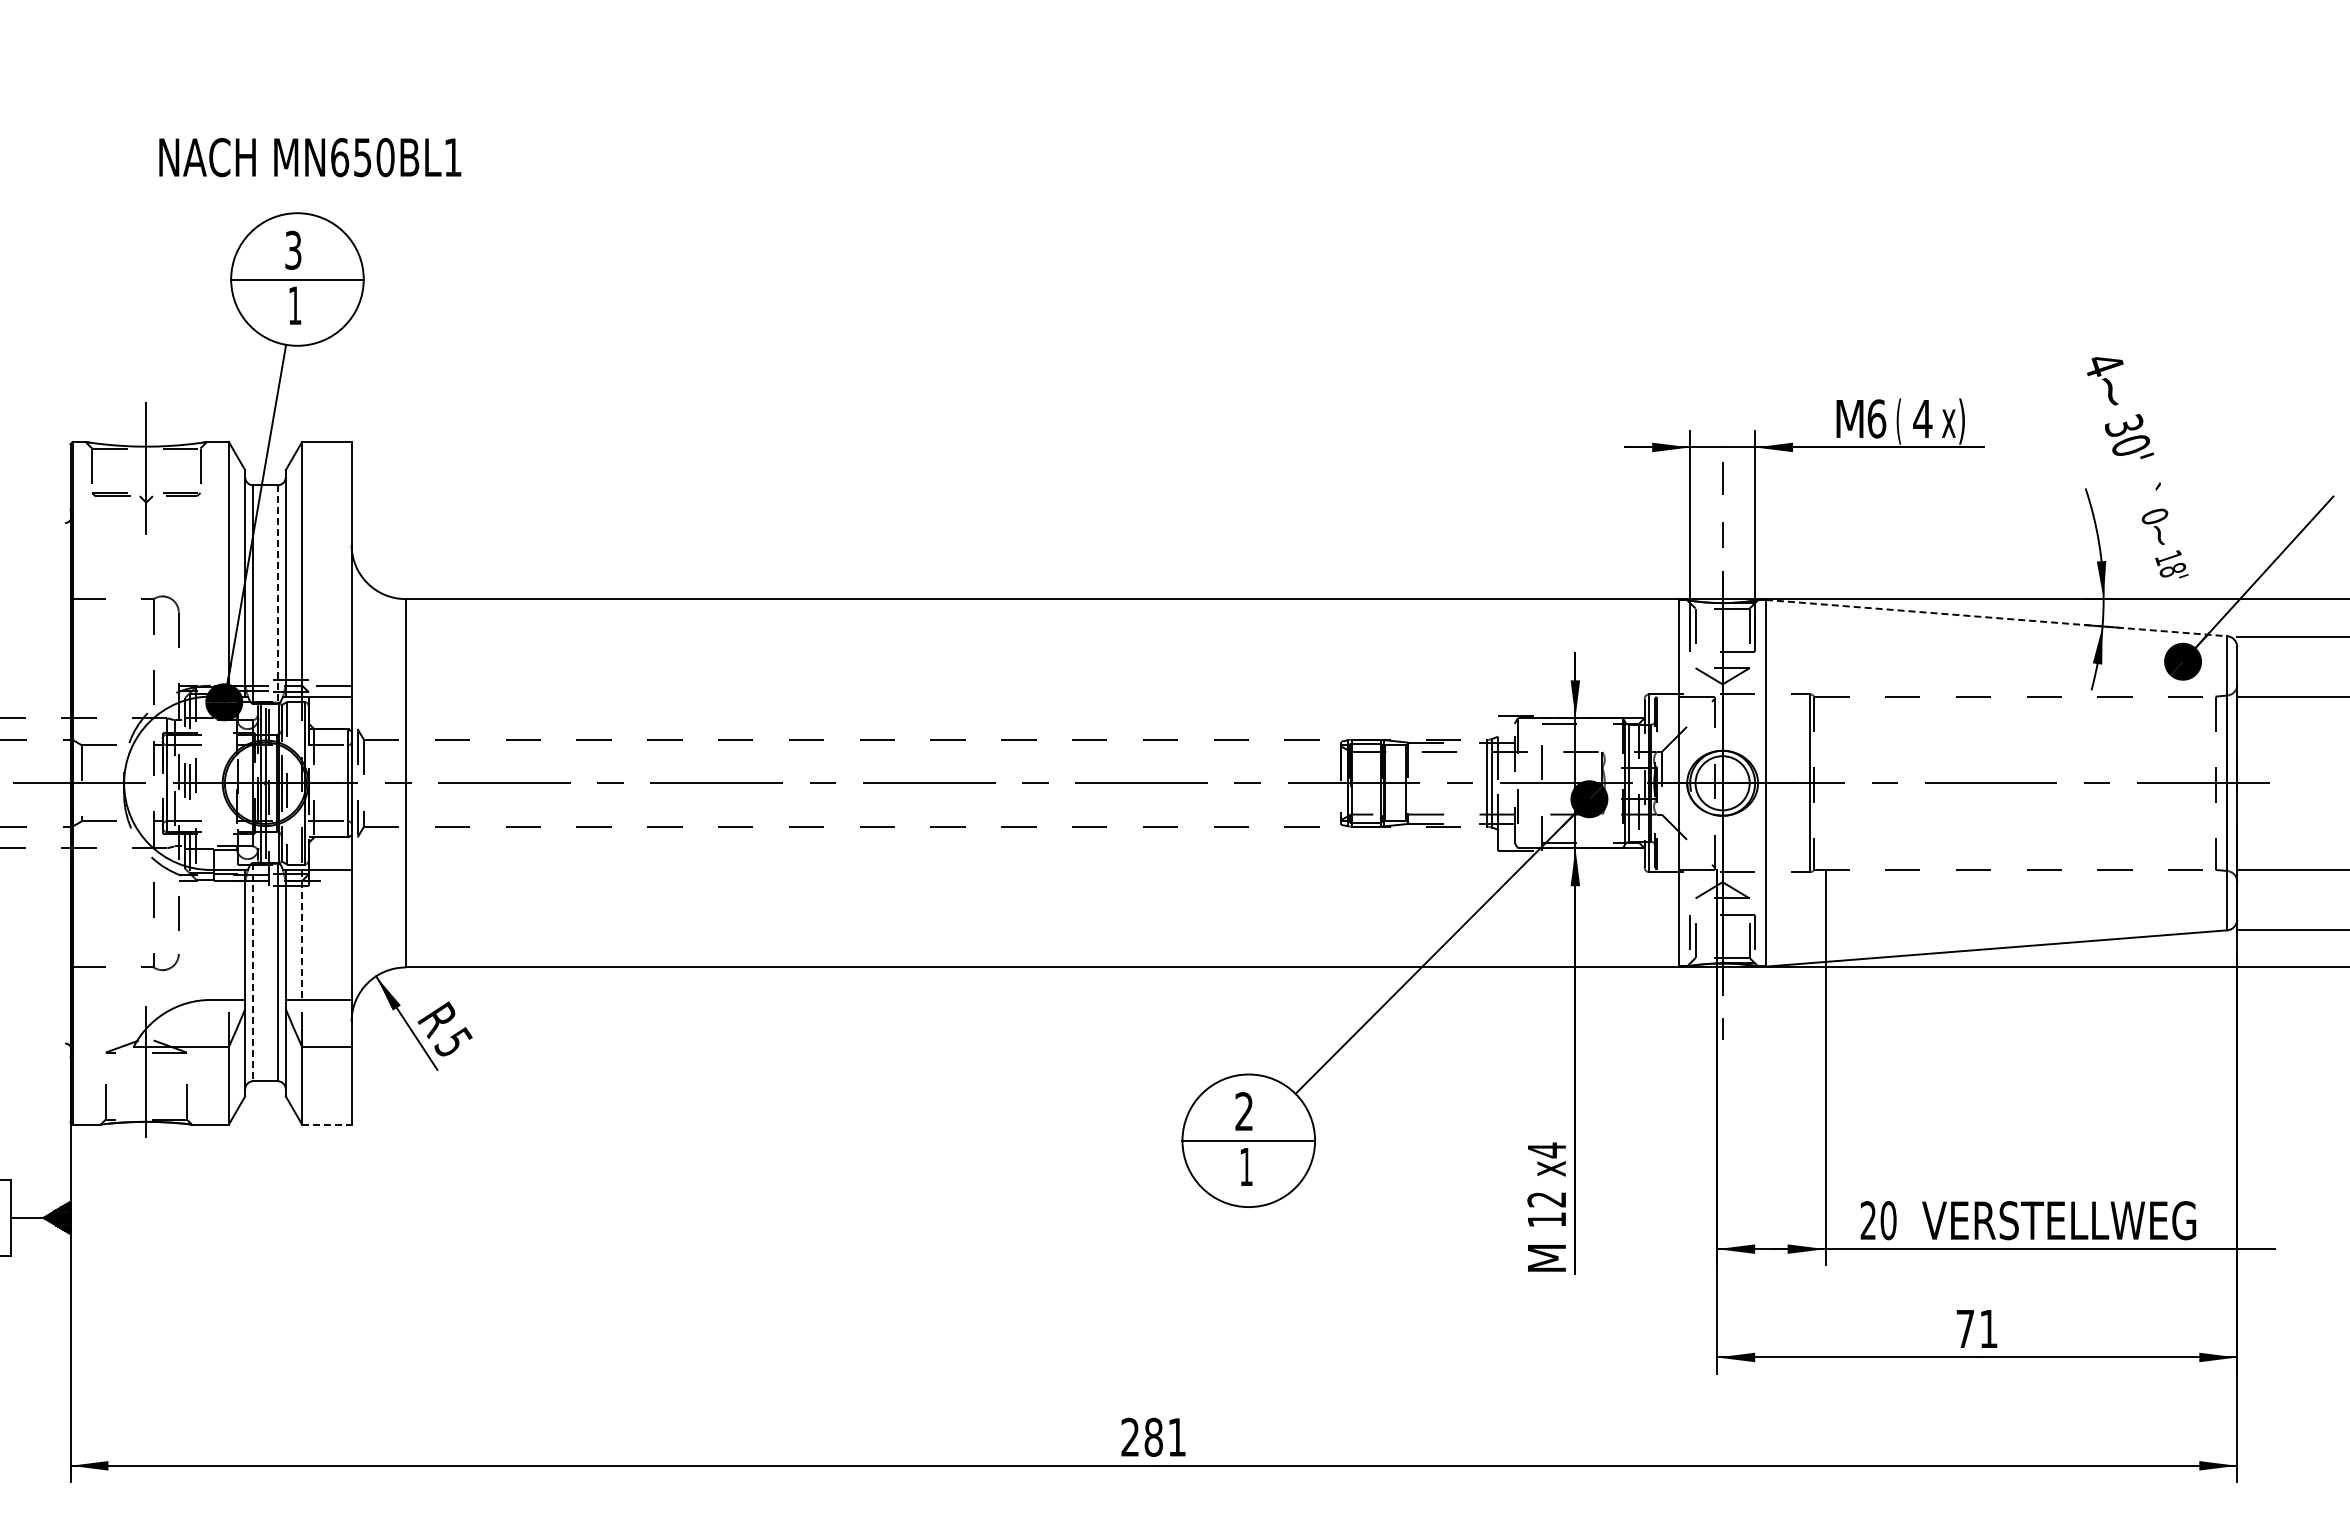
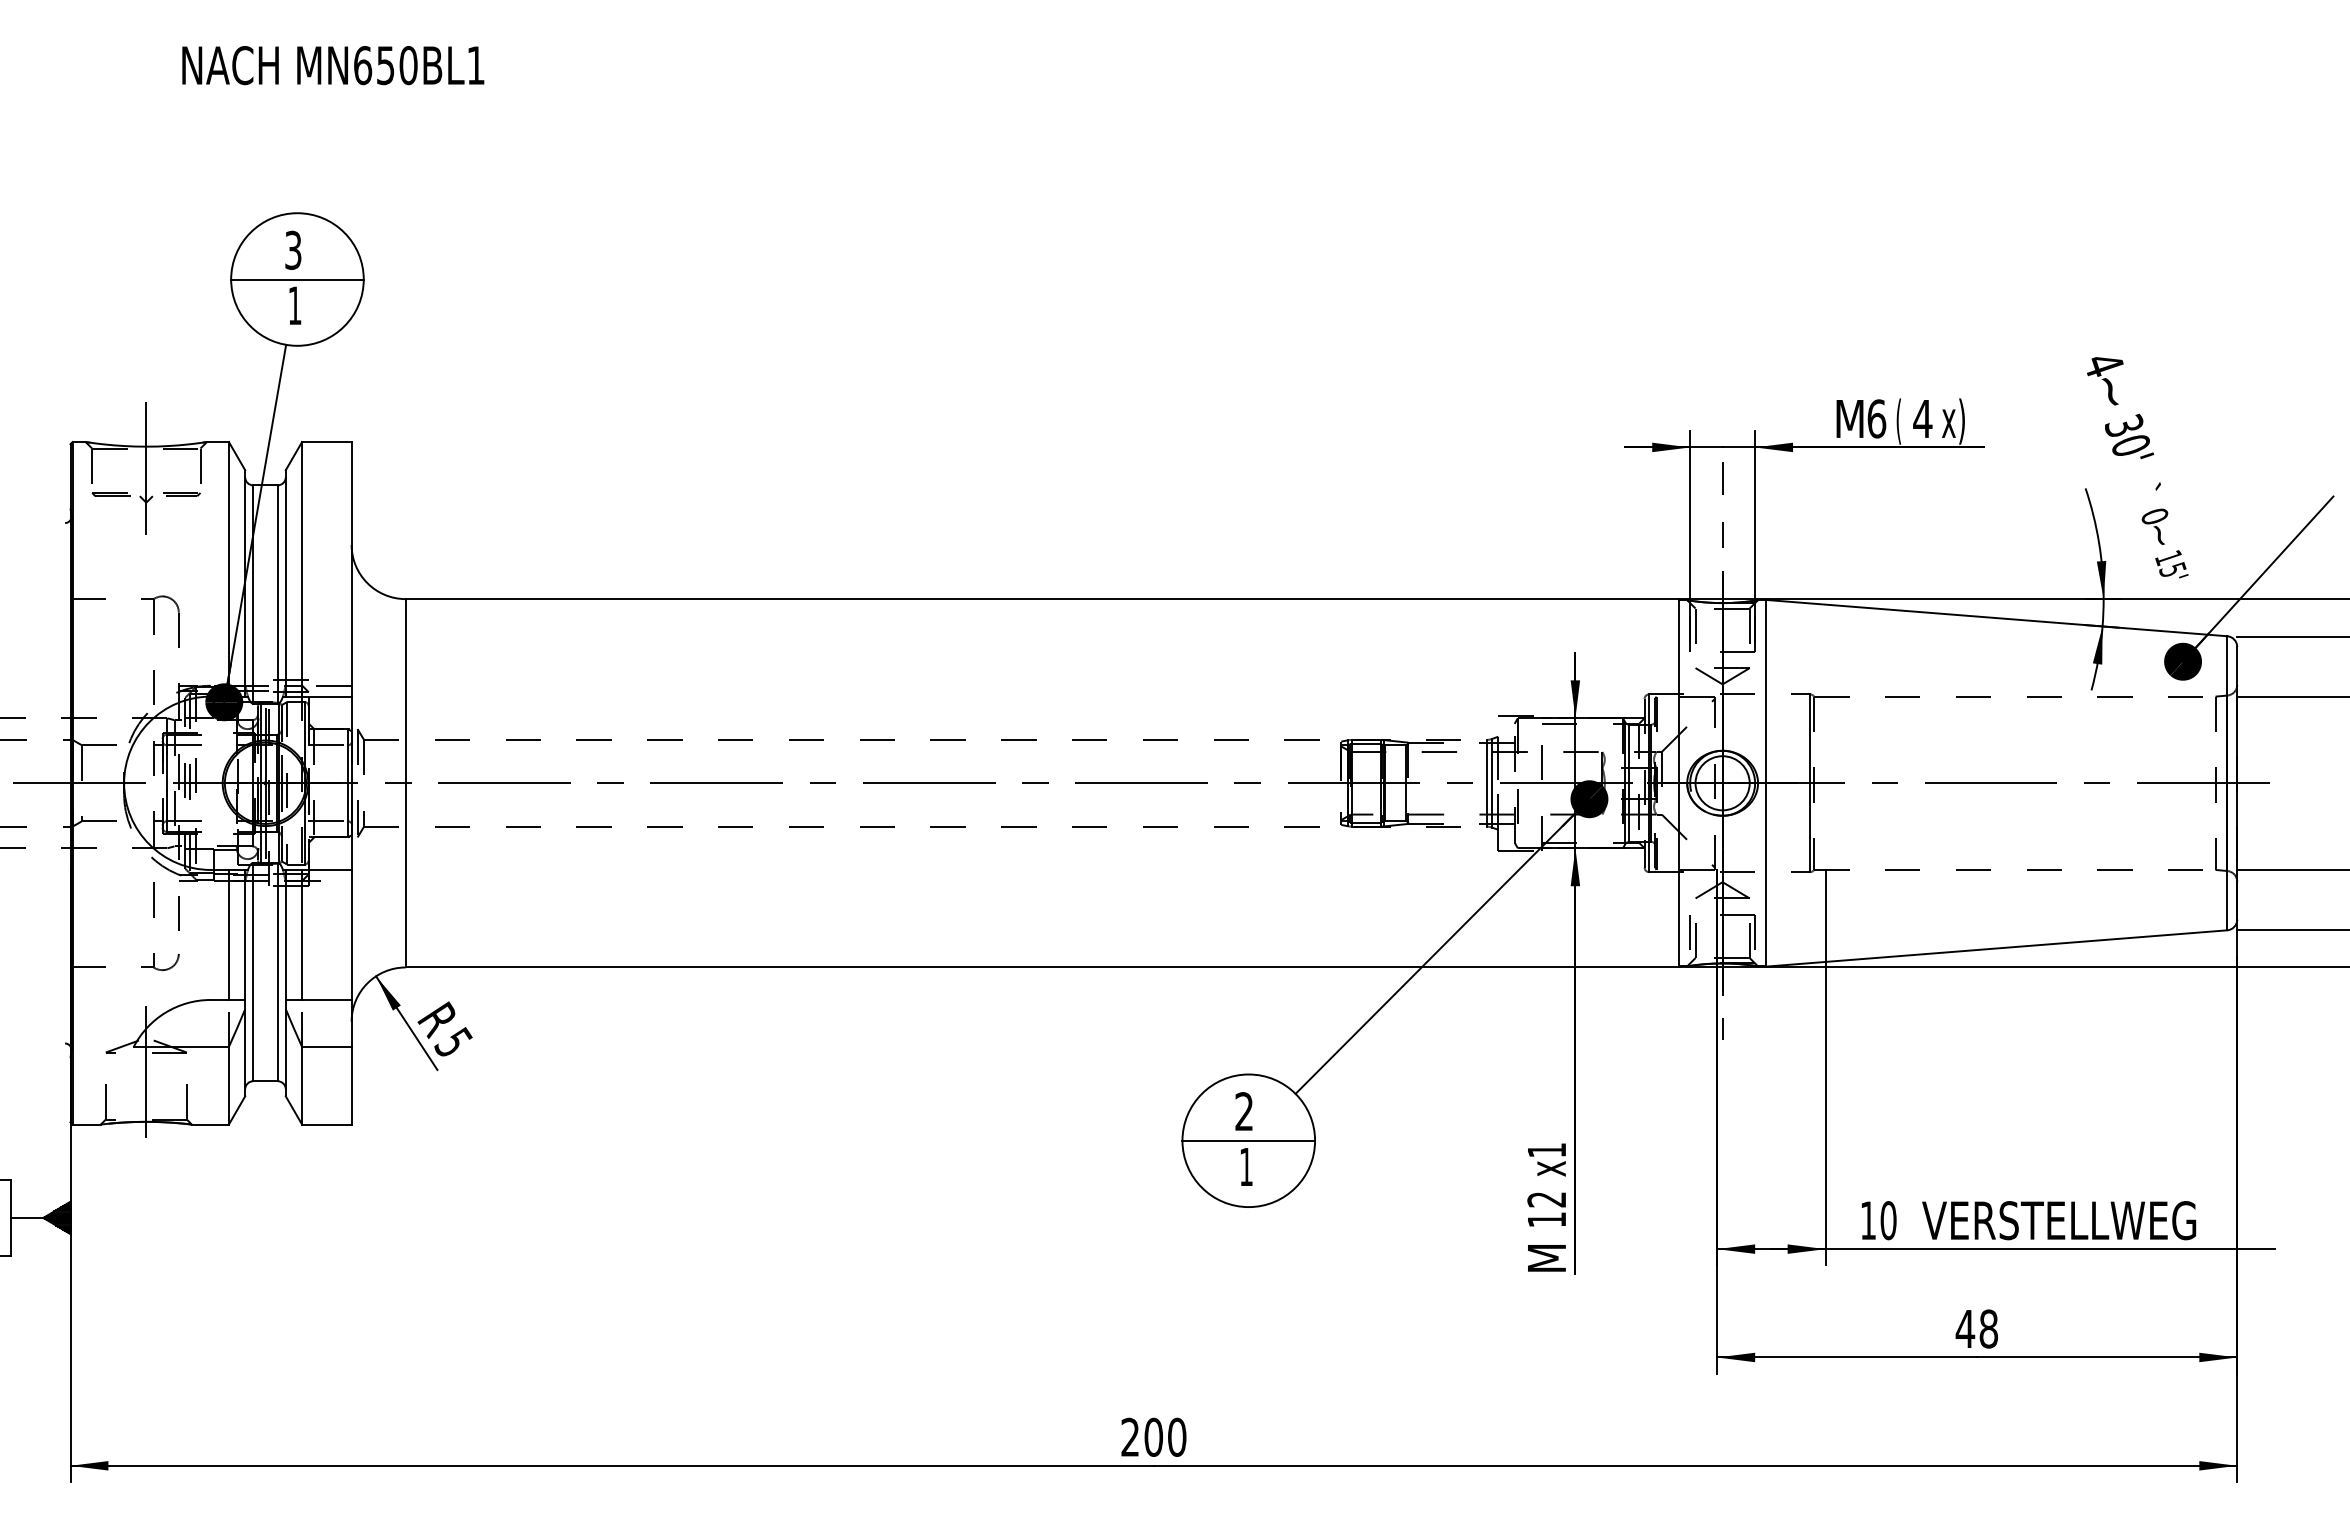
text at (310, 157) position: (310, 157) -> (333, 65)
text at (2172, 569): 18' -> 15'
line at (277, 595): dashed -> solid
line at (1997, 618): dashed -> solid
line at (228, 934): none -> present
line at (302, 935): dashed -> solid
line at (253, 972): dashed -> solid
line at (326, 1124): dashed -> solid
text at (1546, 1150): x4 -> x1
text at (1867, 1220): 20 -> 10
text at (1976, 1328): 71 -> 48
text at (1165, 1436): 281 -> 200
